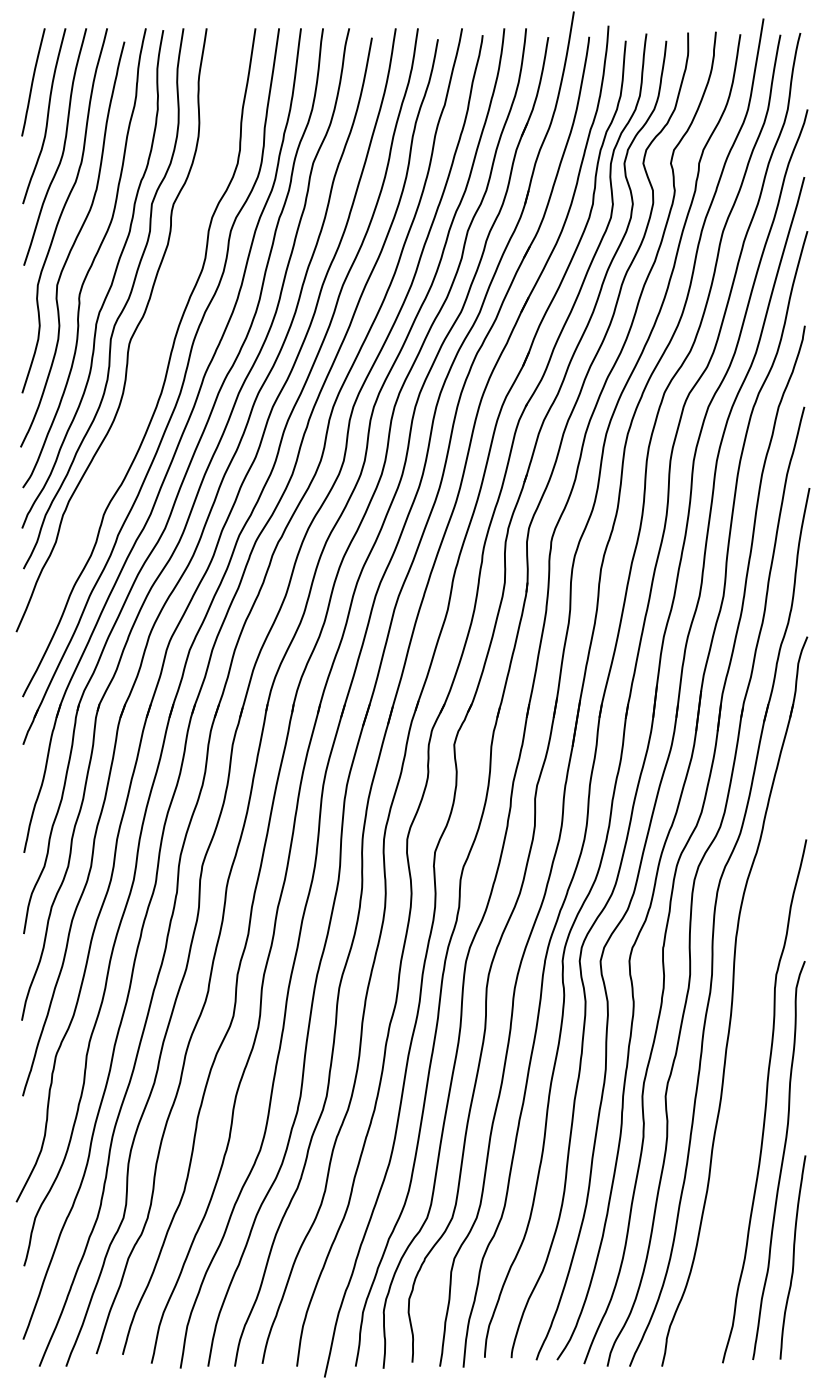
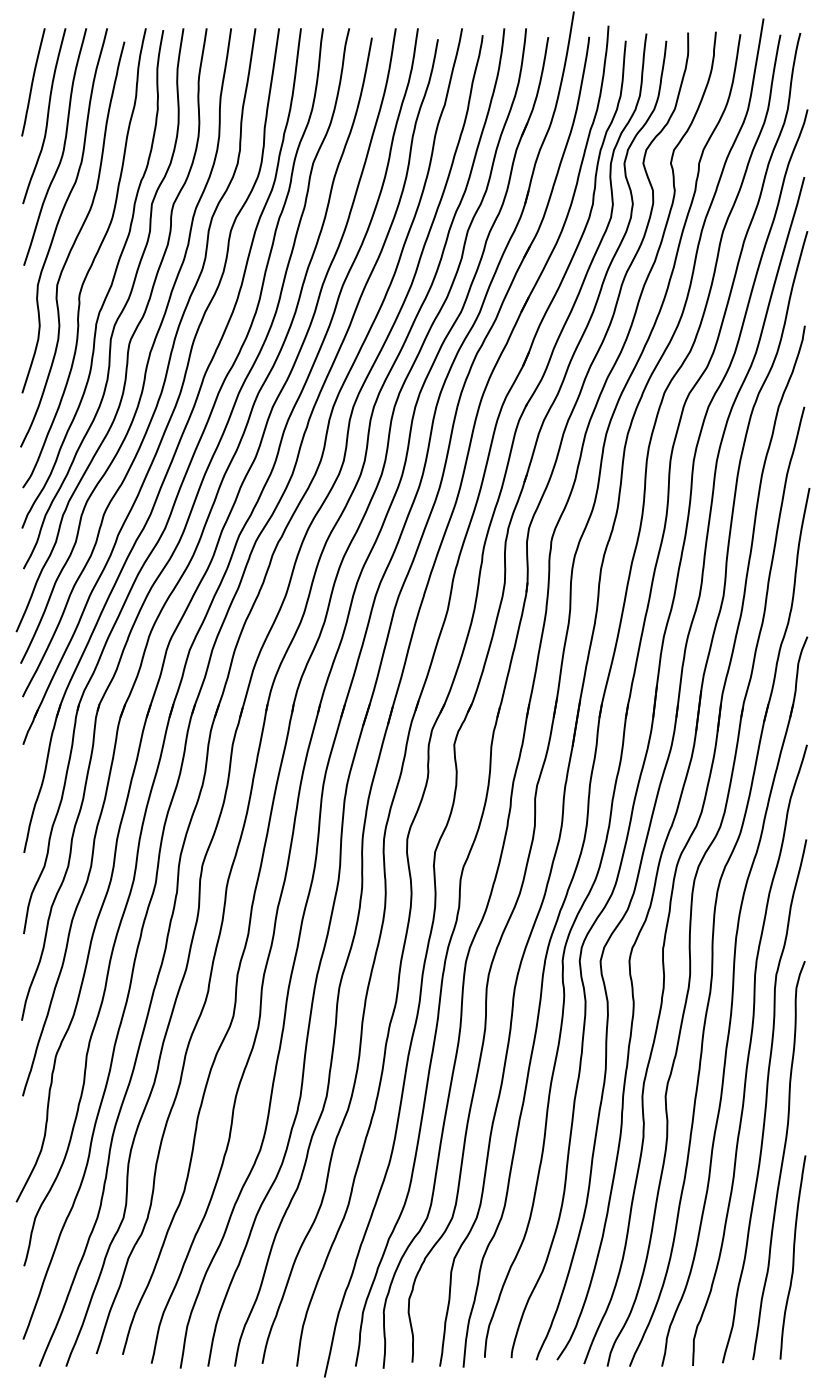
curve at (149, 351): none -> present
curve at (749, 1054): none -> present
